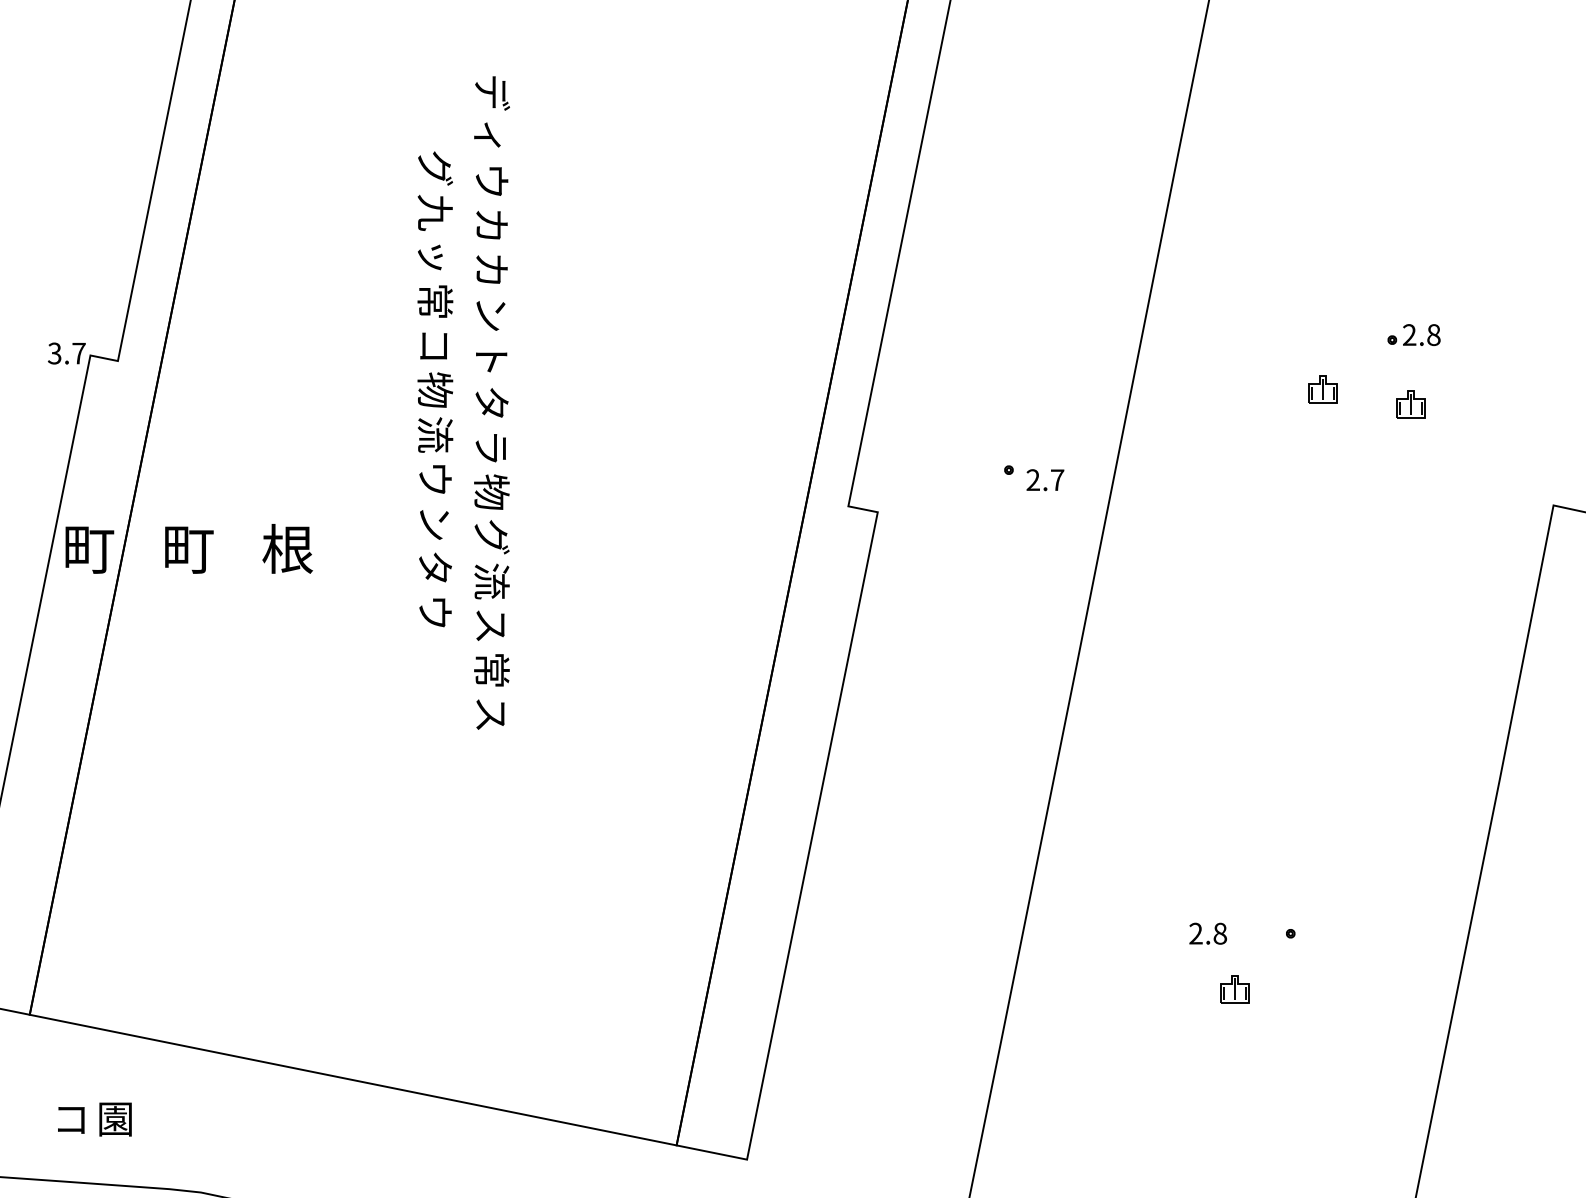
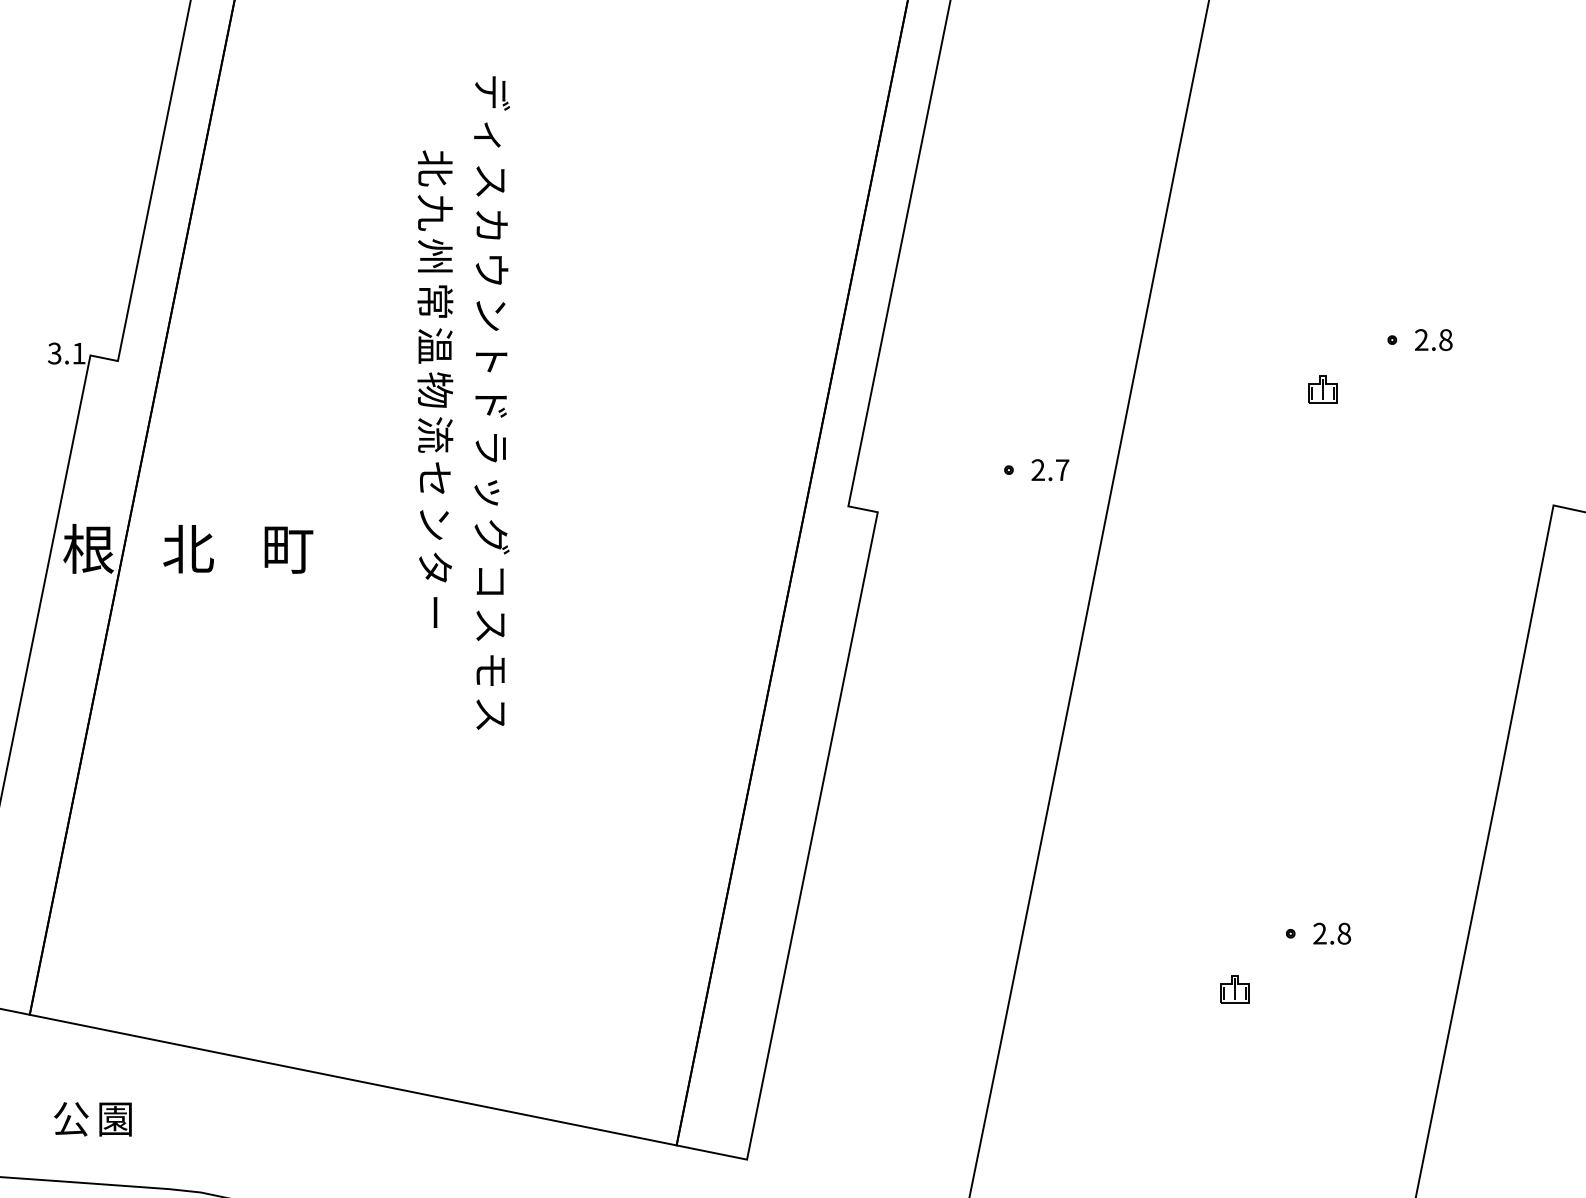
text at (434, 168): グ -> 北
text at (491, 181): ウ -> ス
text at (435, 255): ッ -> 州
text at (491, 269): カ -> ウ
text at (1421, 334) position: (1421, 334) -> (1433, 339)
text at (435, 345): コ -> 温
text at (78, 353): 3.7 -> 3.1
text at (491, 402): タ -> ド
part at (1410, 404): present -> none
text at (435, 477): ウ -> セ
text at (1045, 480) position: (1045, 480) -> (1050, 470)
text at (491, 491): 物 -> ッ
text at (88, 548): 町 -> 根
text at (188, 548): 町 -> 北
text at (287, 548): 根 -> 町
text at (491, 581): 流 -> コ
text at (435, 612): ウ -> ー
text at (491, 670): 常 -> モ
text at (1207, 933) position: (1207, 933) -> (1331, 933)
text at (71, 1119): コ -> 公
